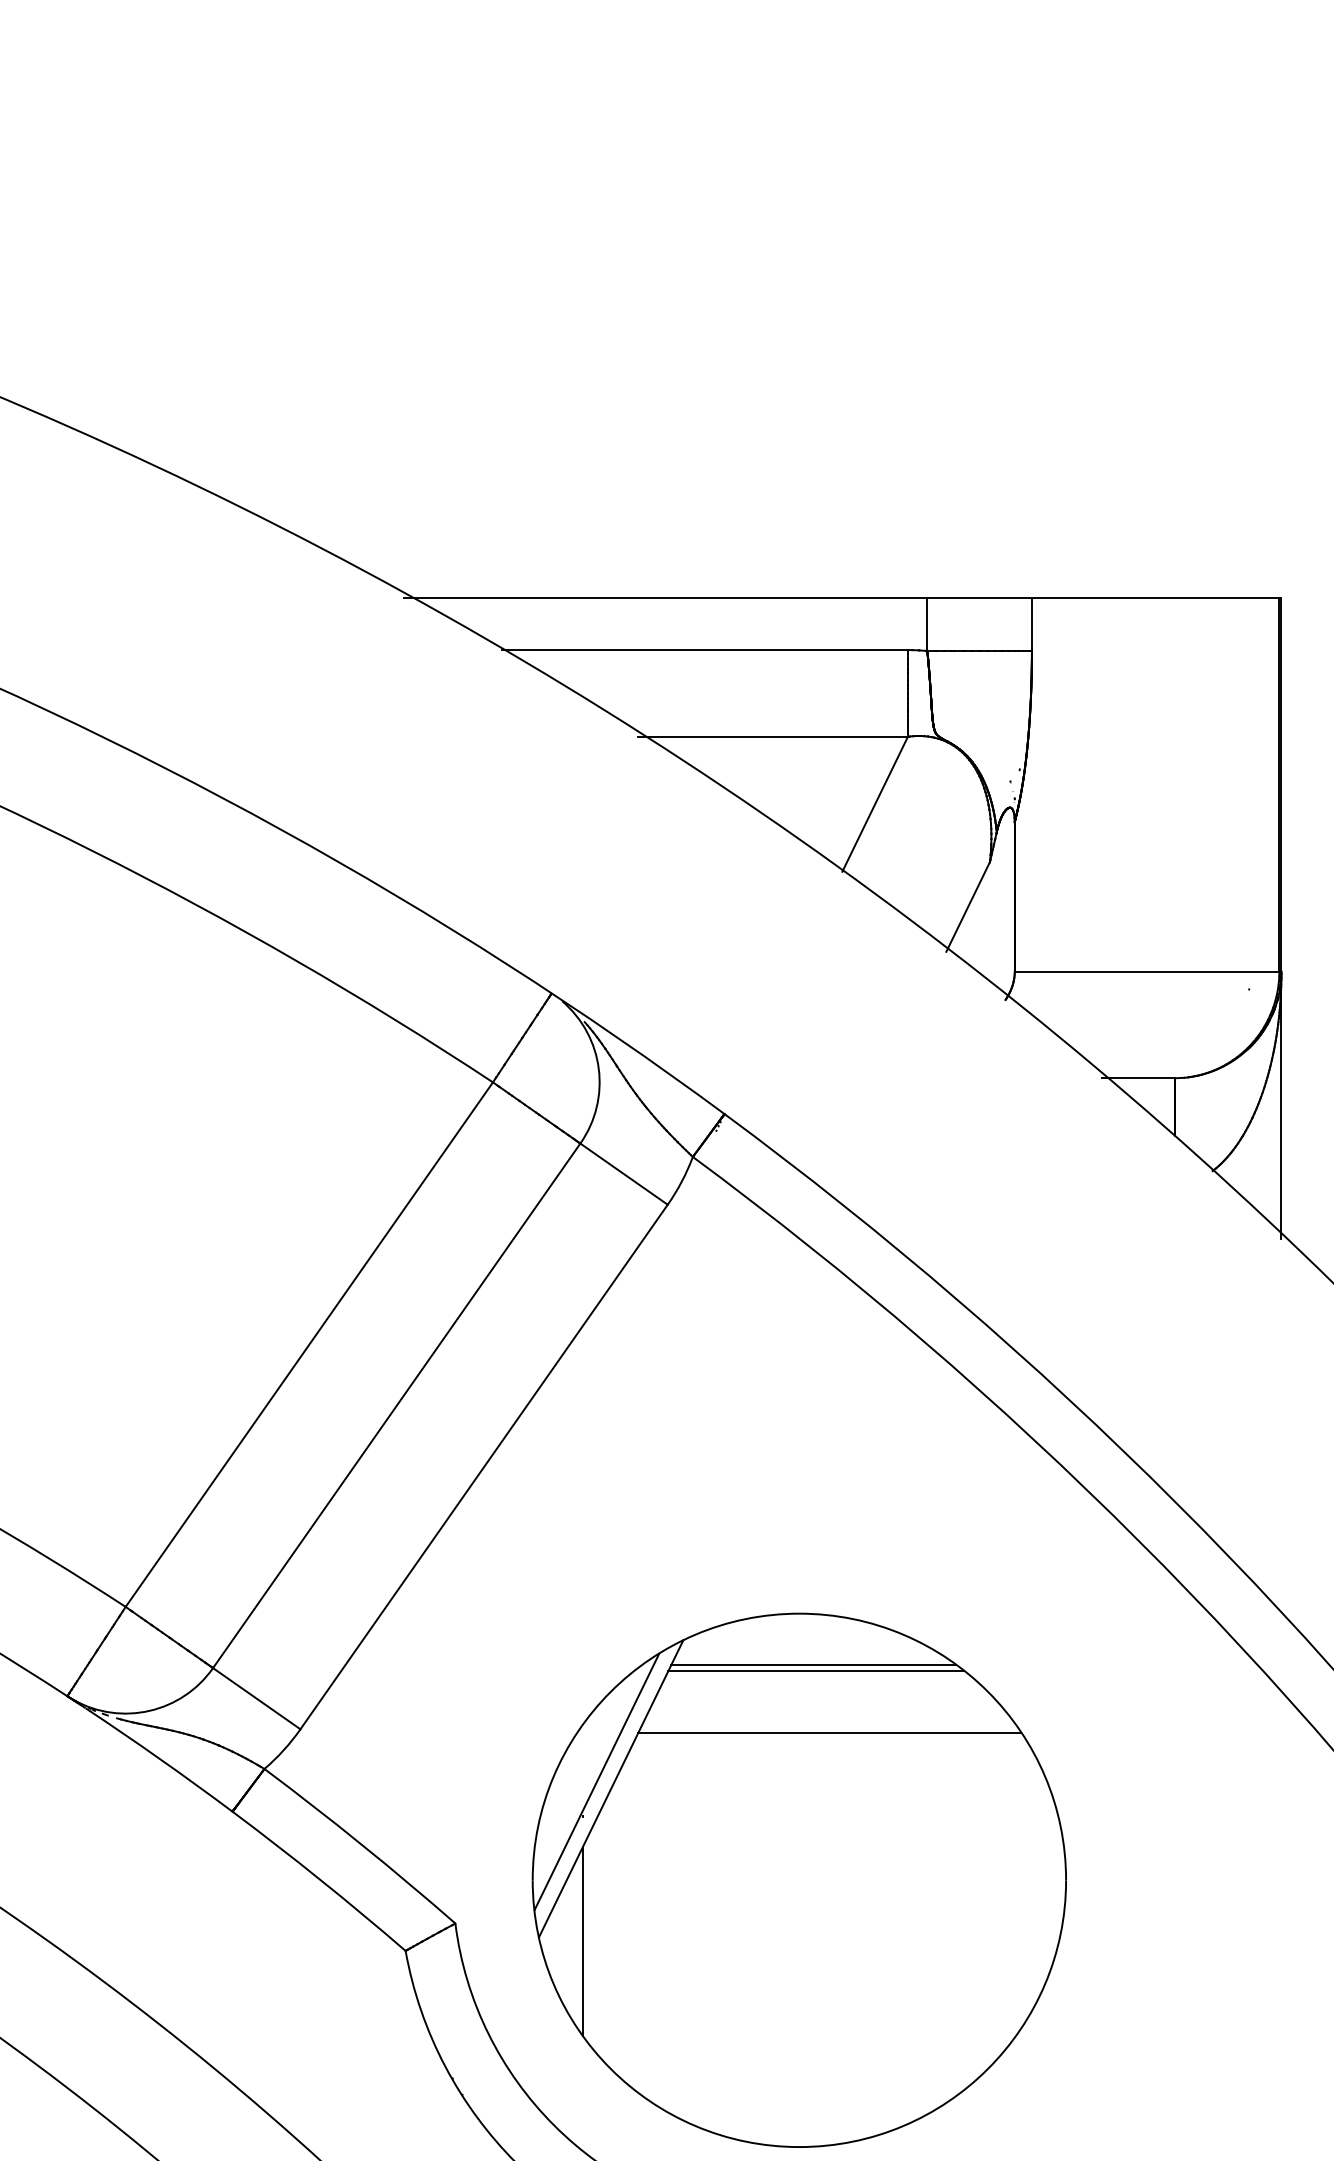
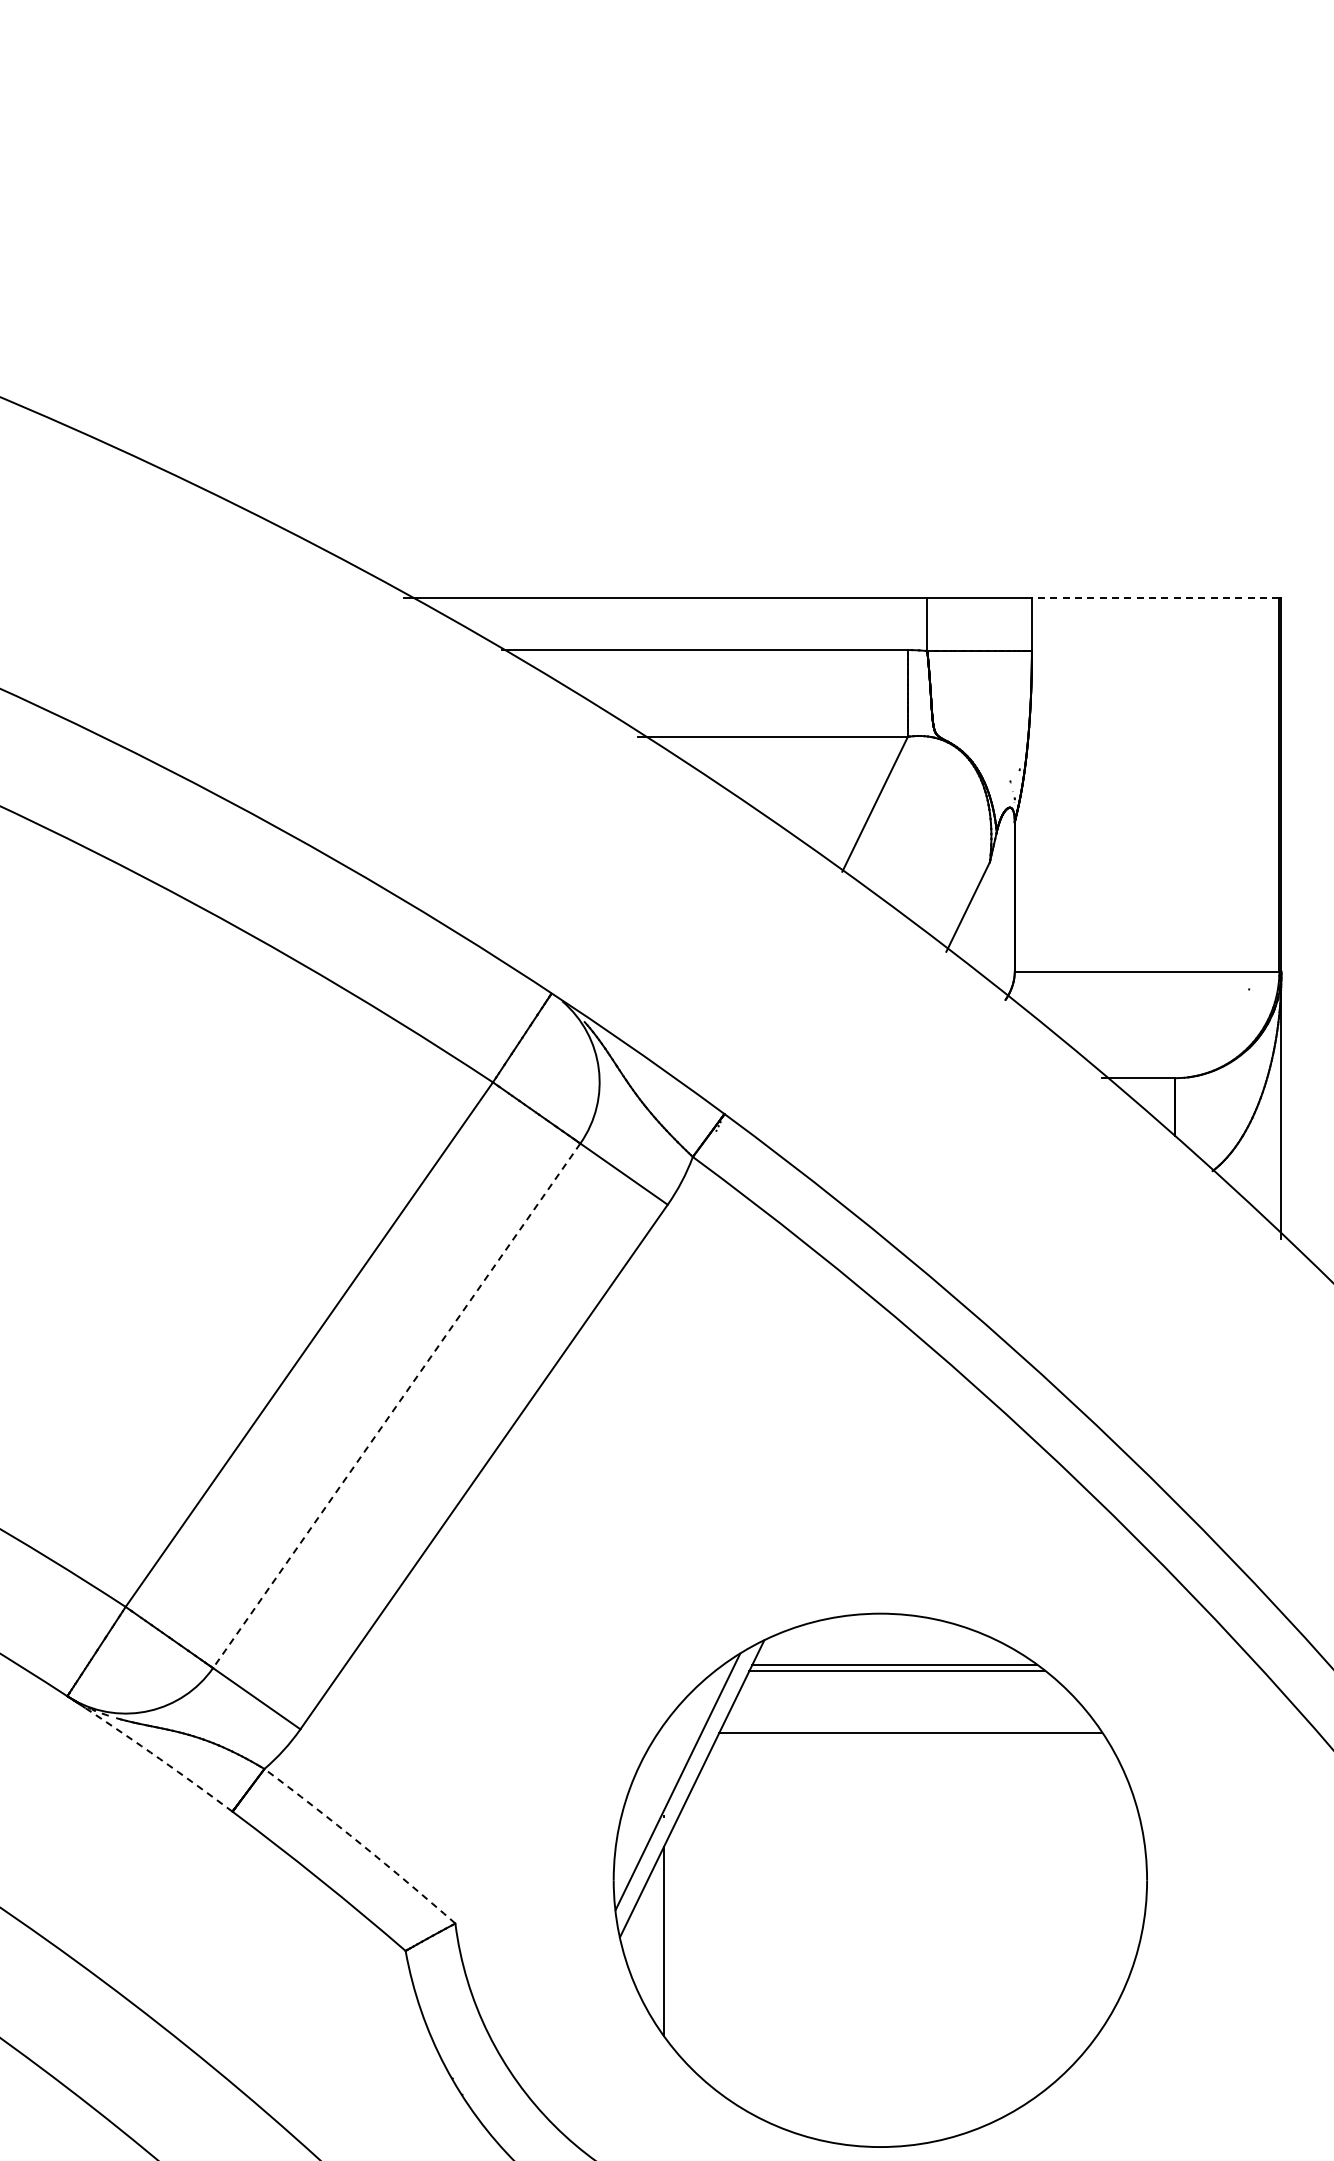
line at (1155, 598): solid -> dashed
line at (396, 1406): solid -> dashed
arc at (159, 1758): solid -> dashed
arc at (361, 1844): solid -> dashed
part at (798, 1879) position: (798, 1879) -> (879, 1879)
